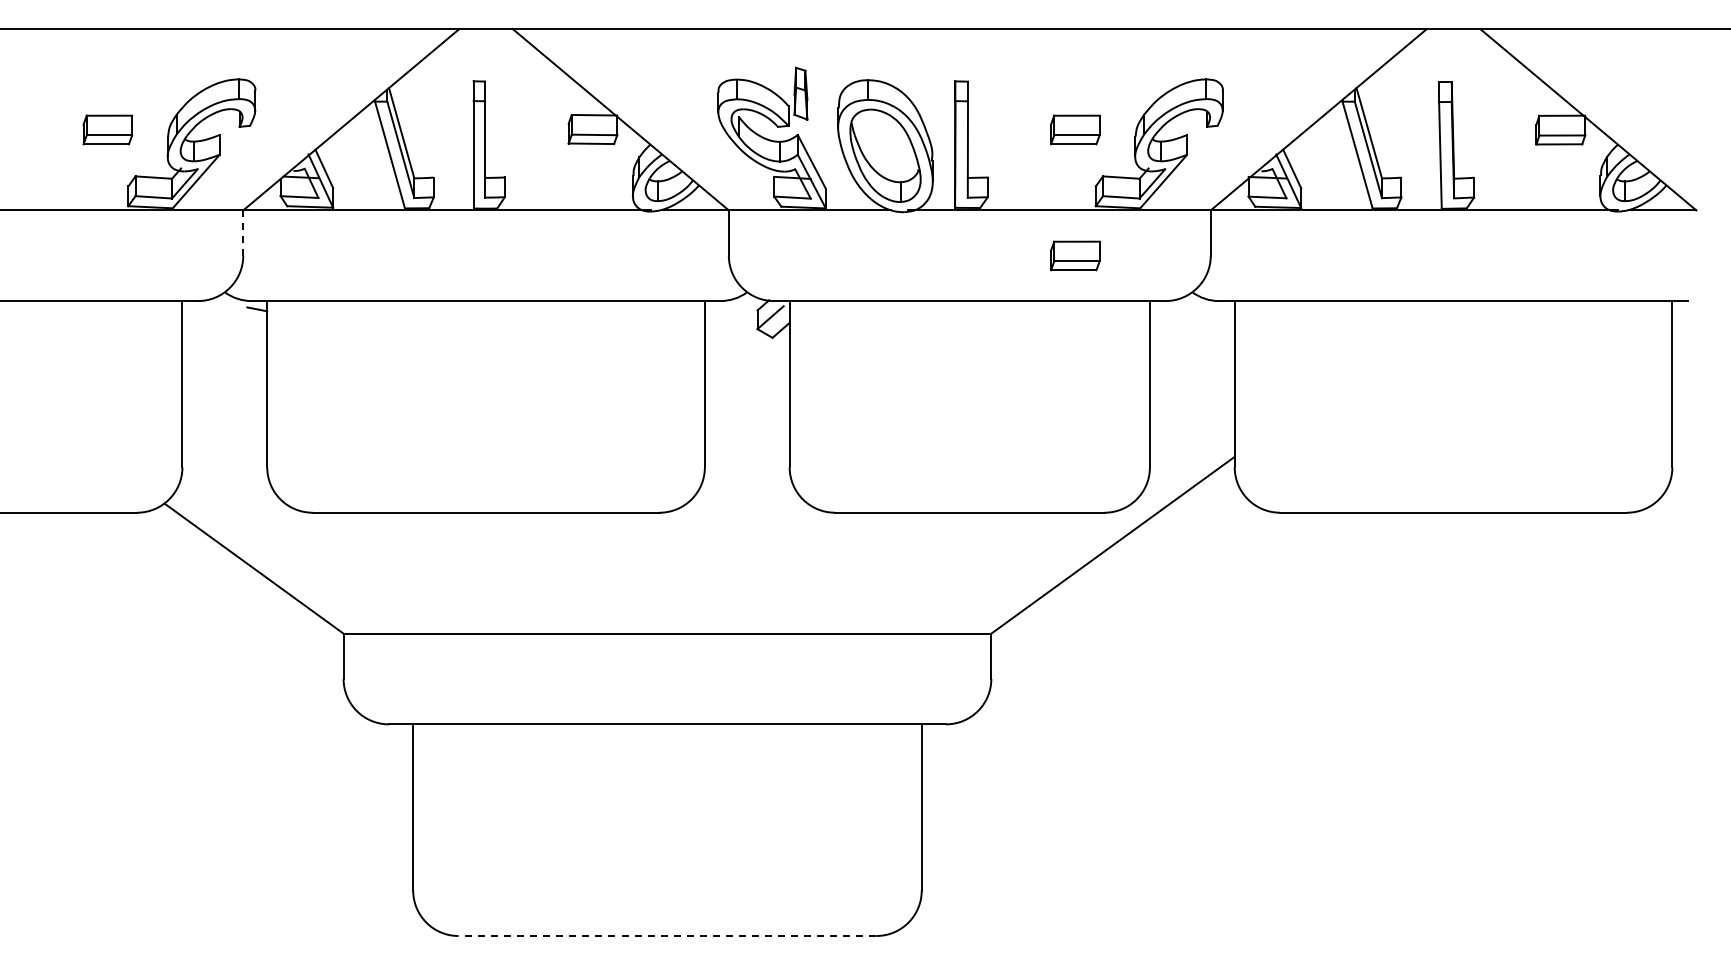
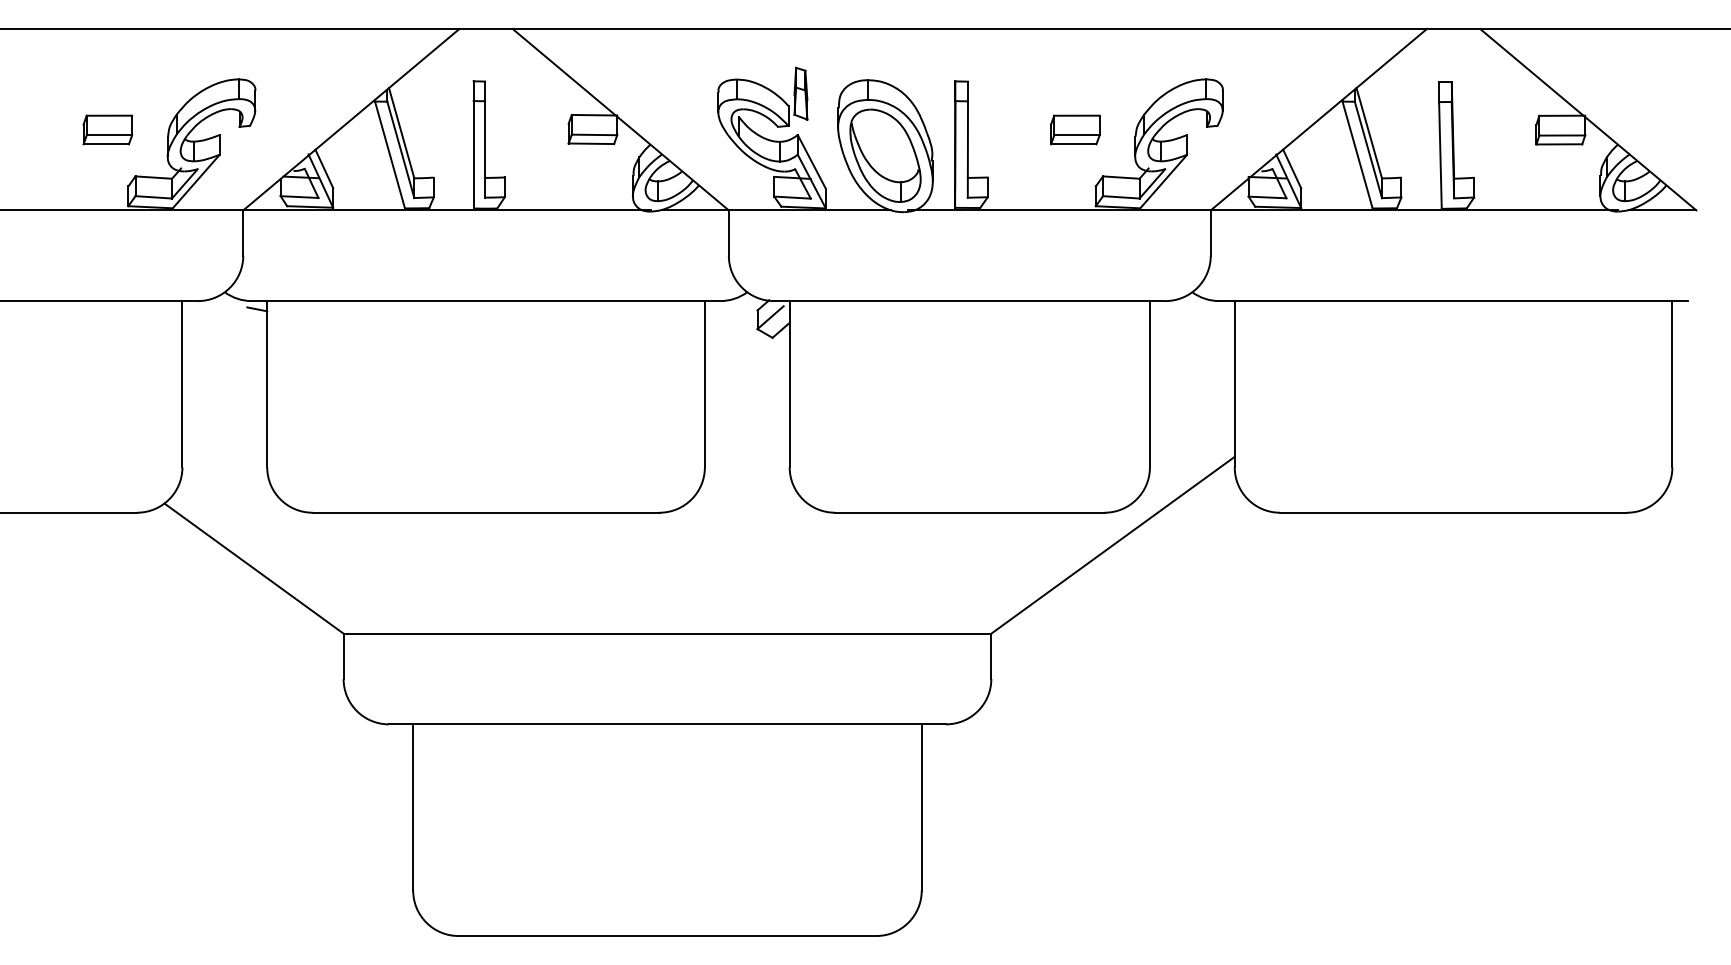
line at (243, 233): dashed -> solid
part at (1075, 255): present -> none
line at (667, 936): dashed -> solid
